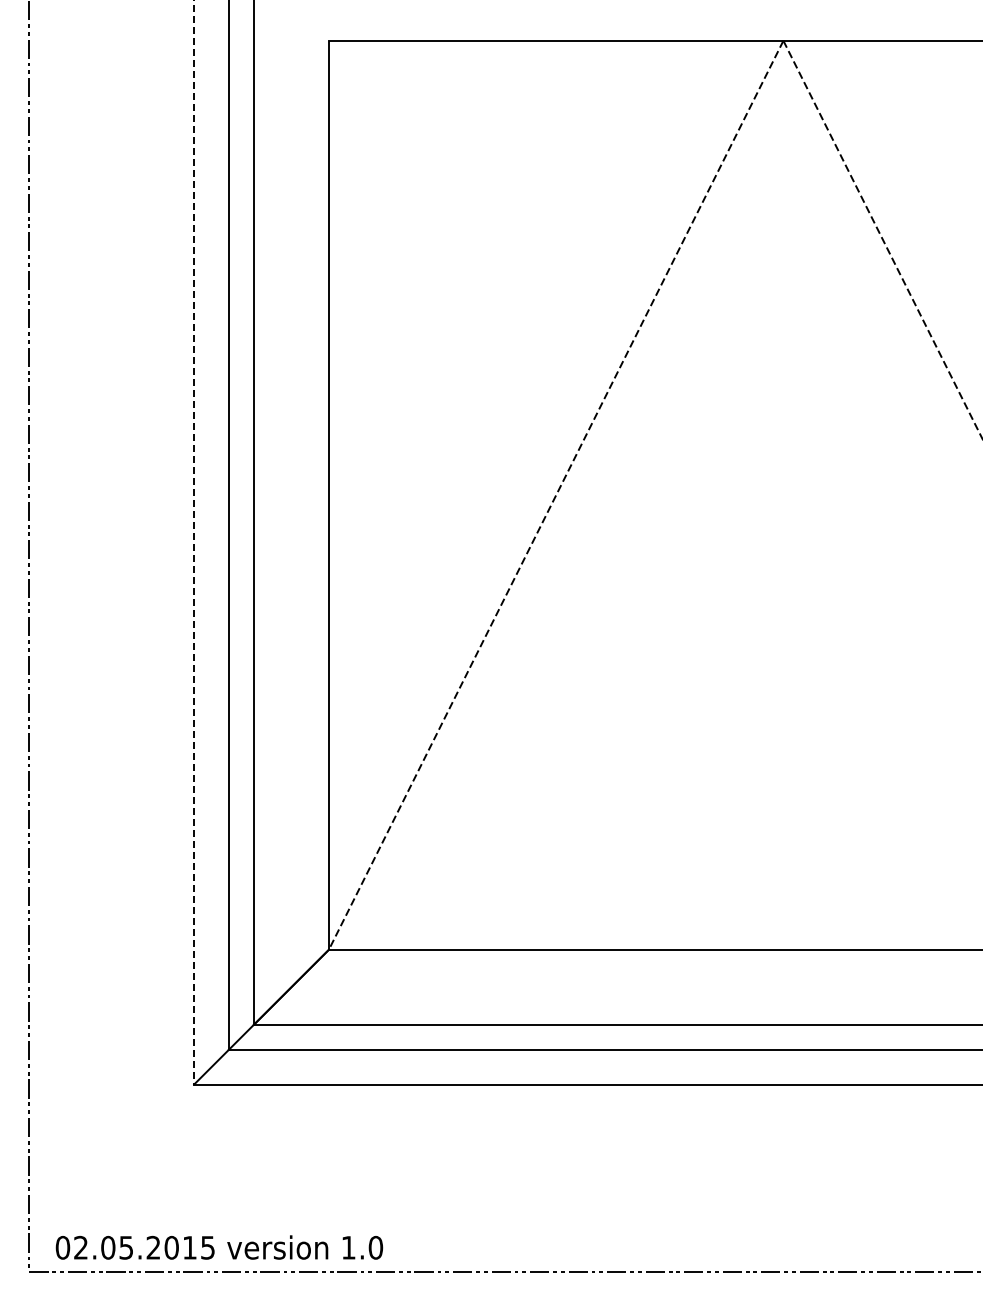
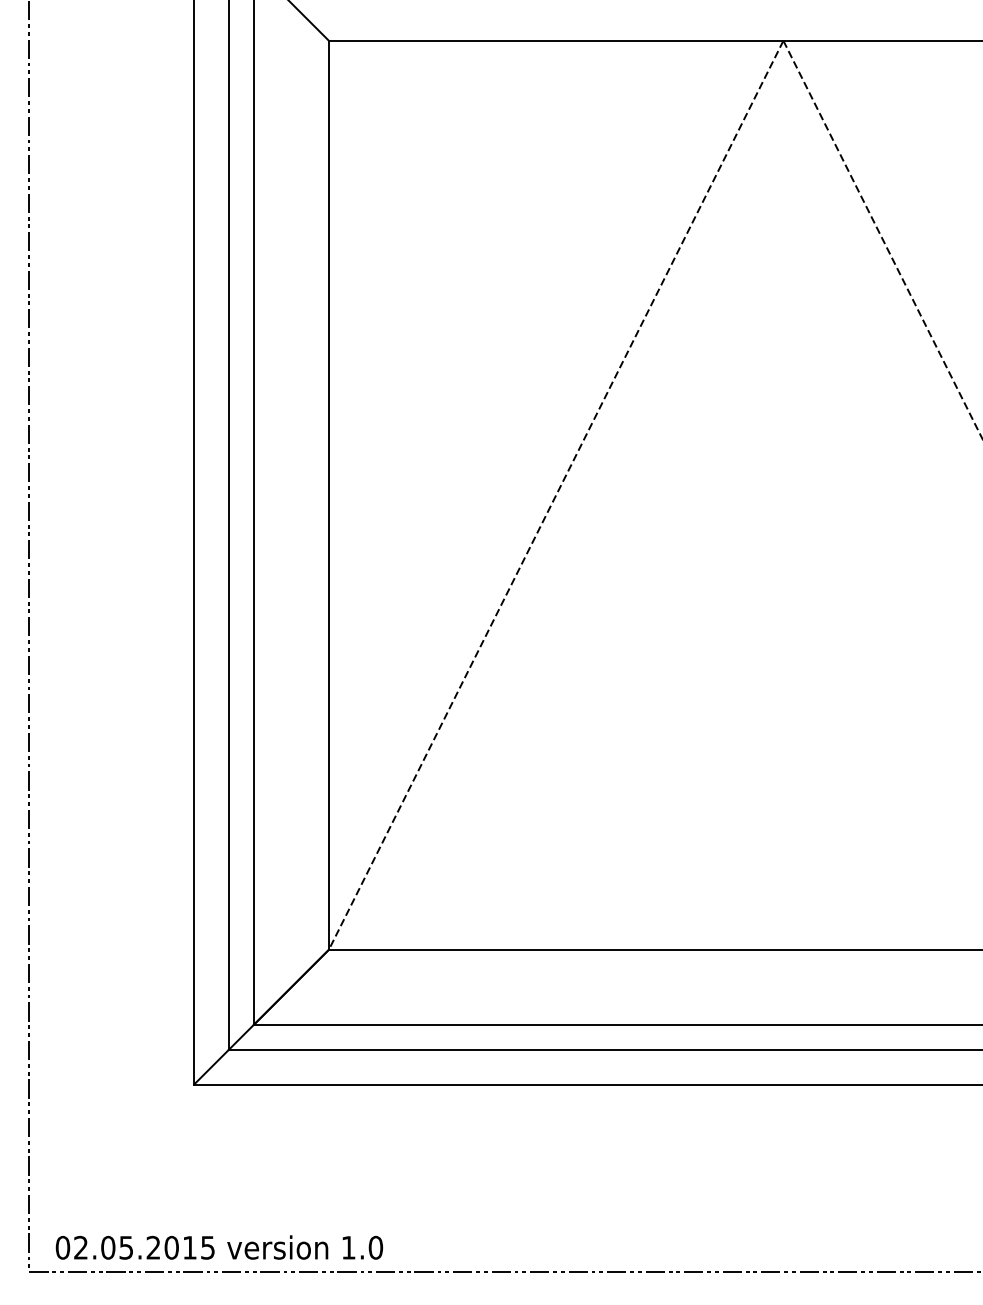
line at (309, 21): none -> present
line at (194, 542): dashed -> solid
